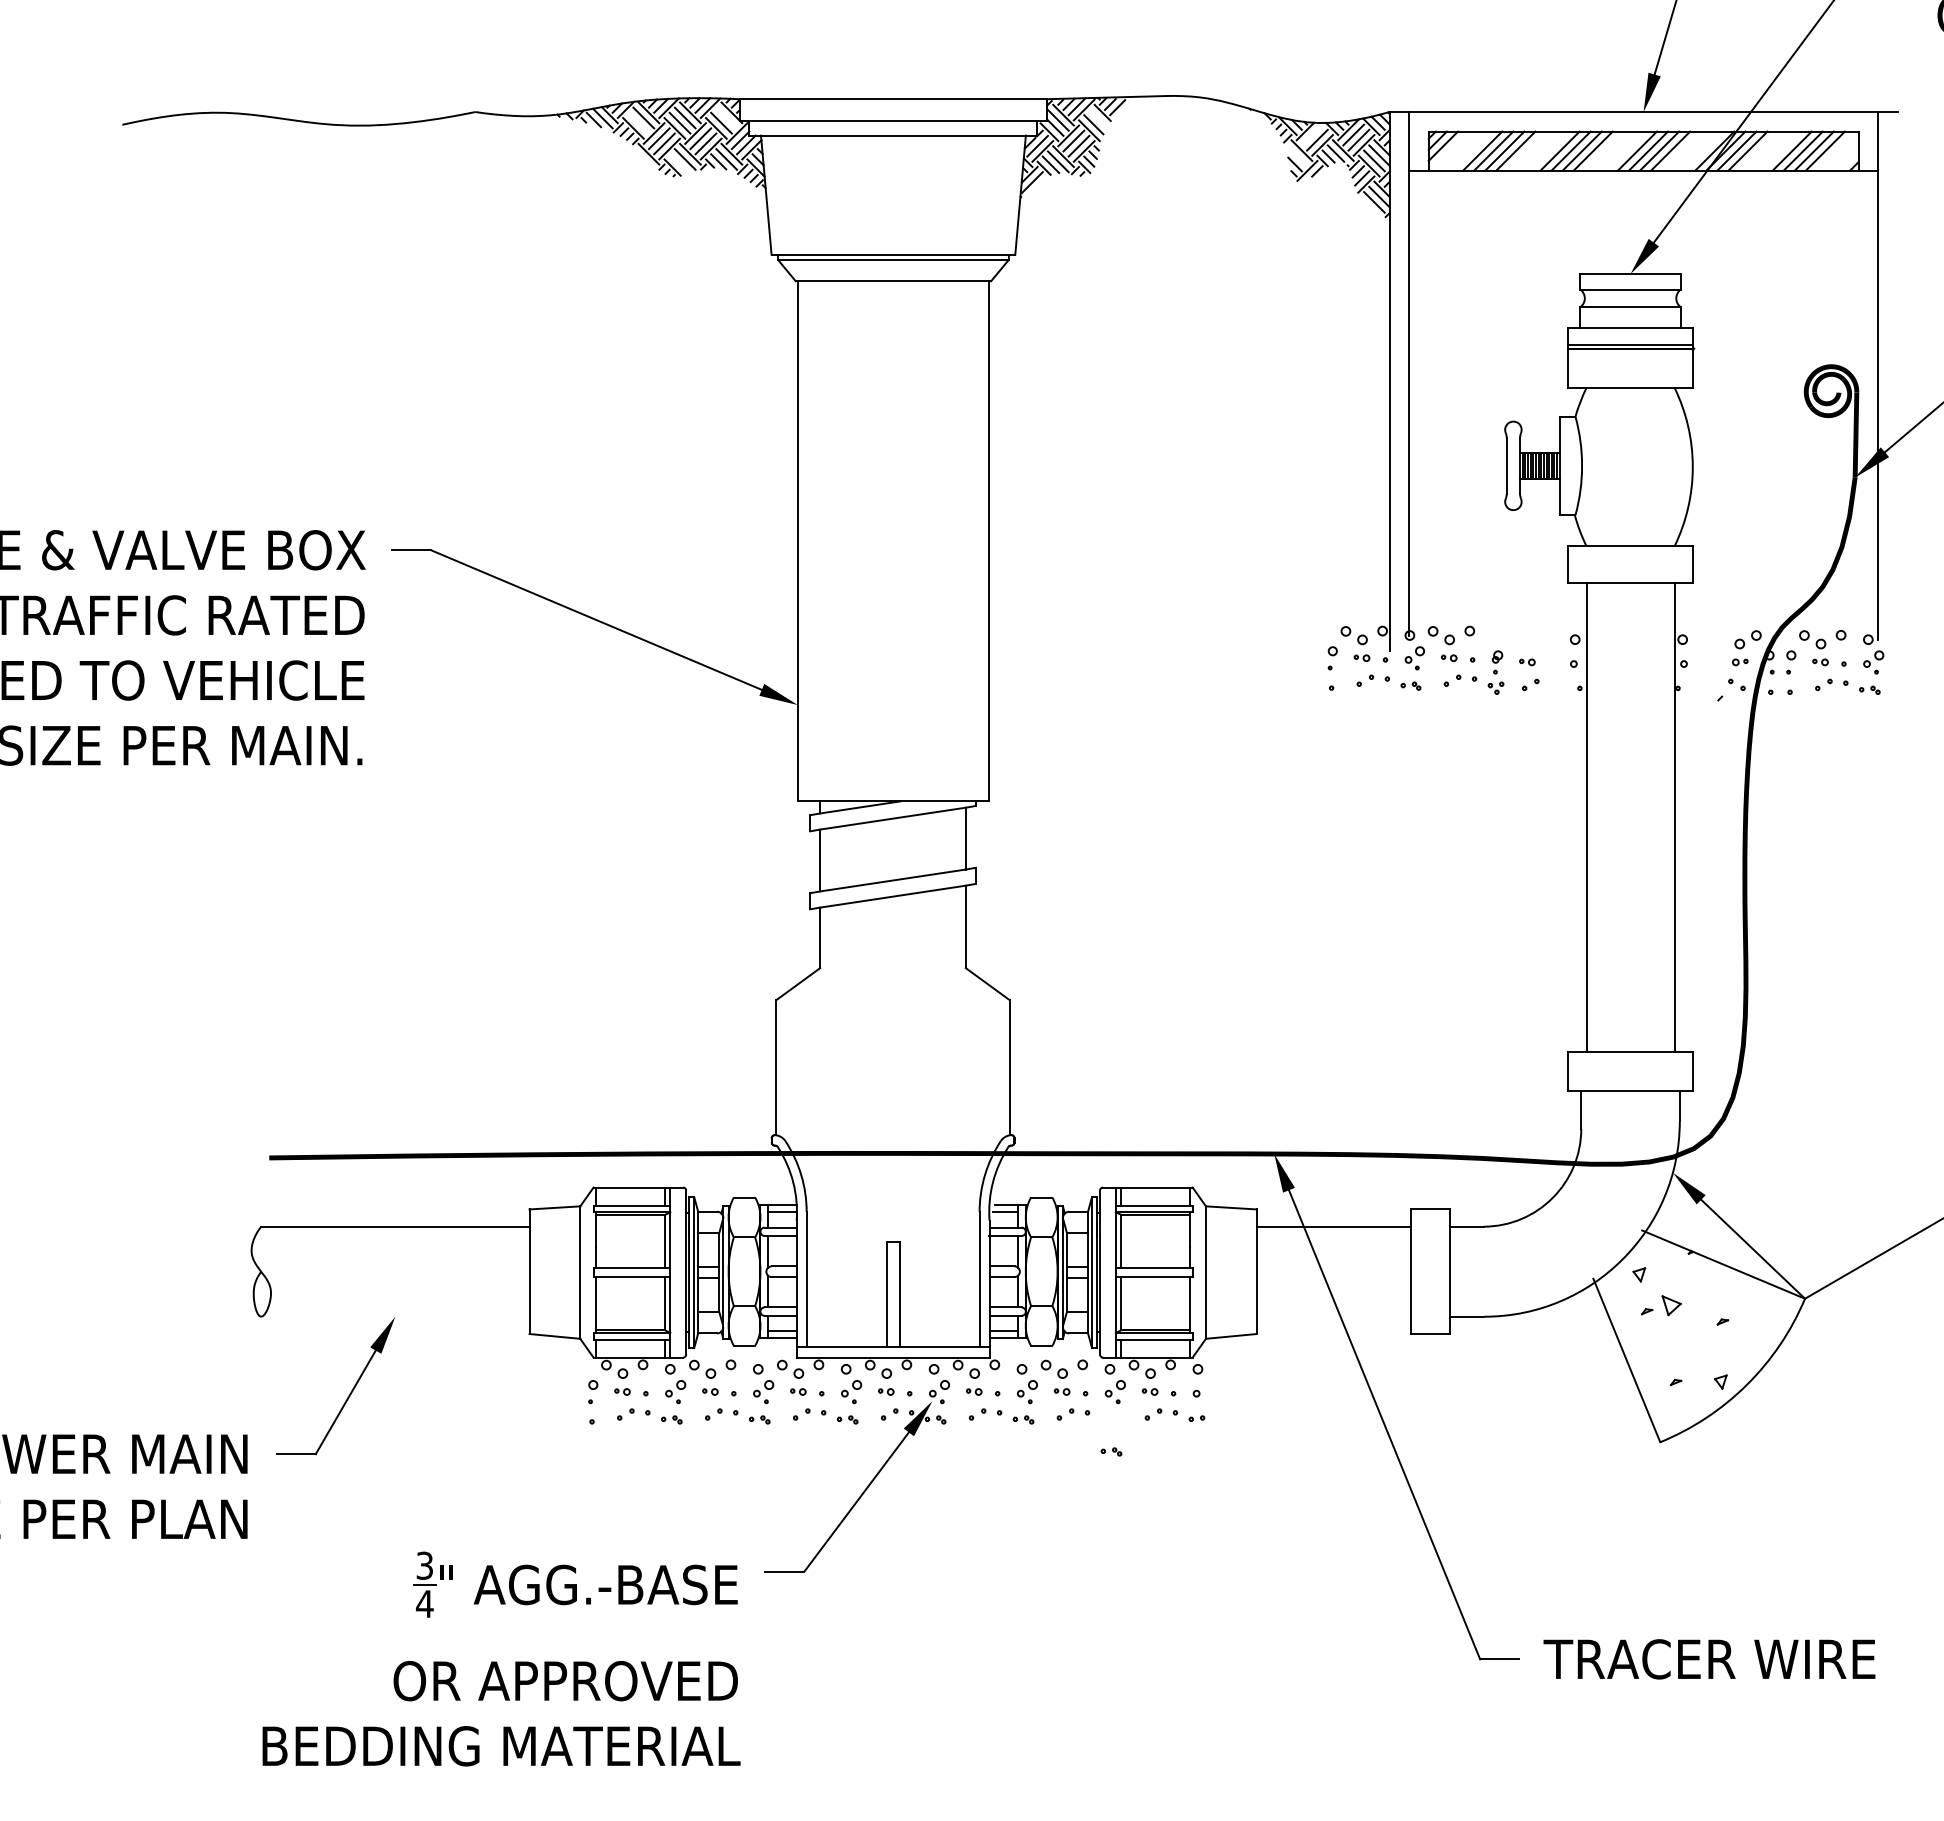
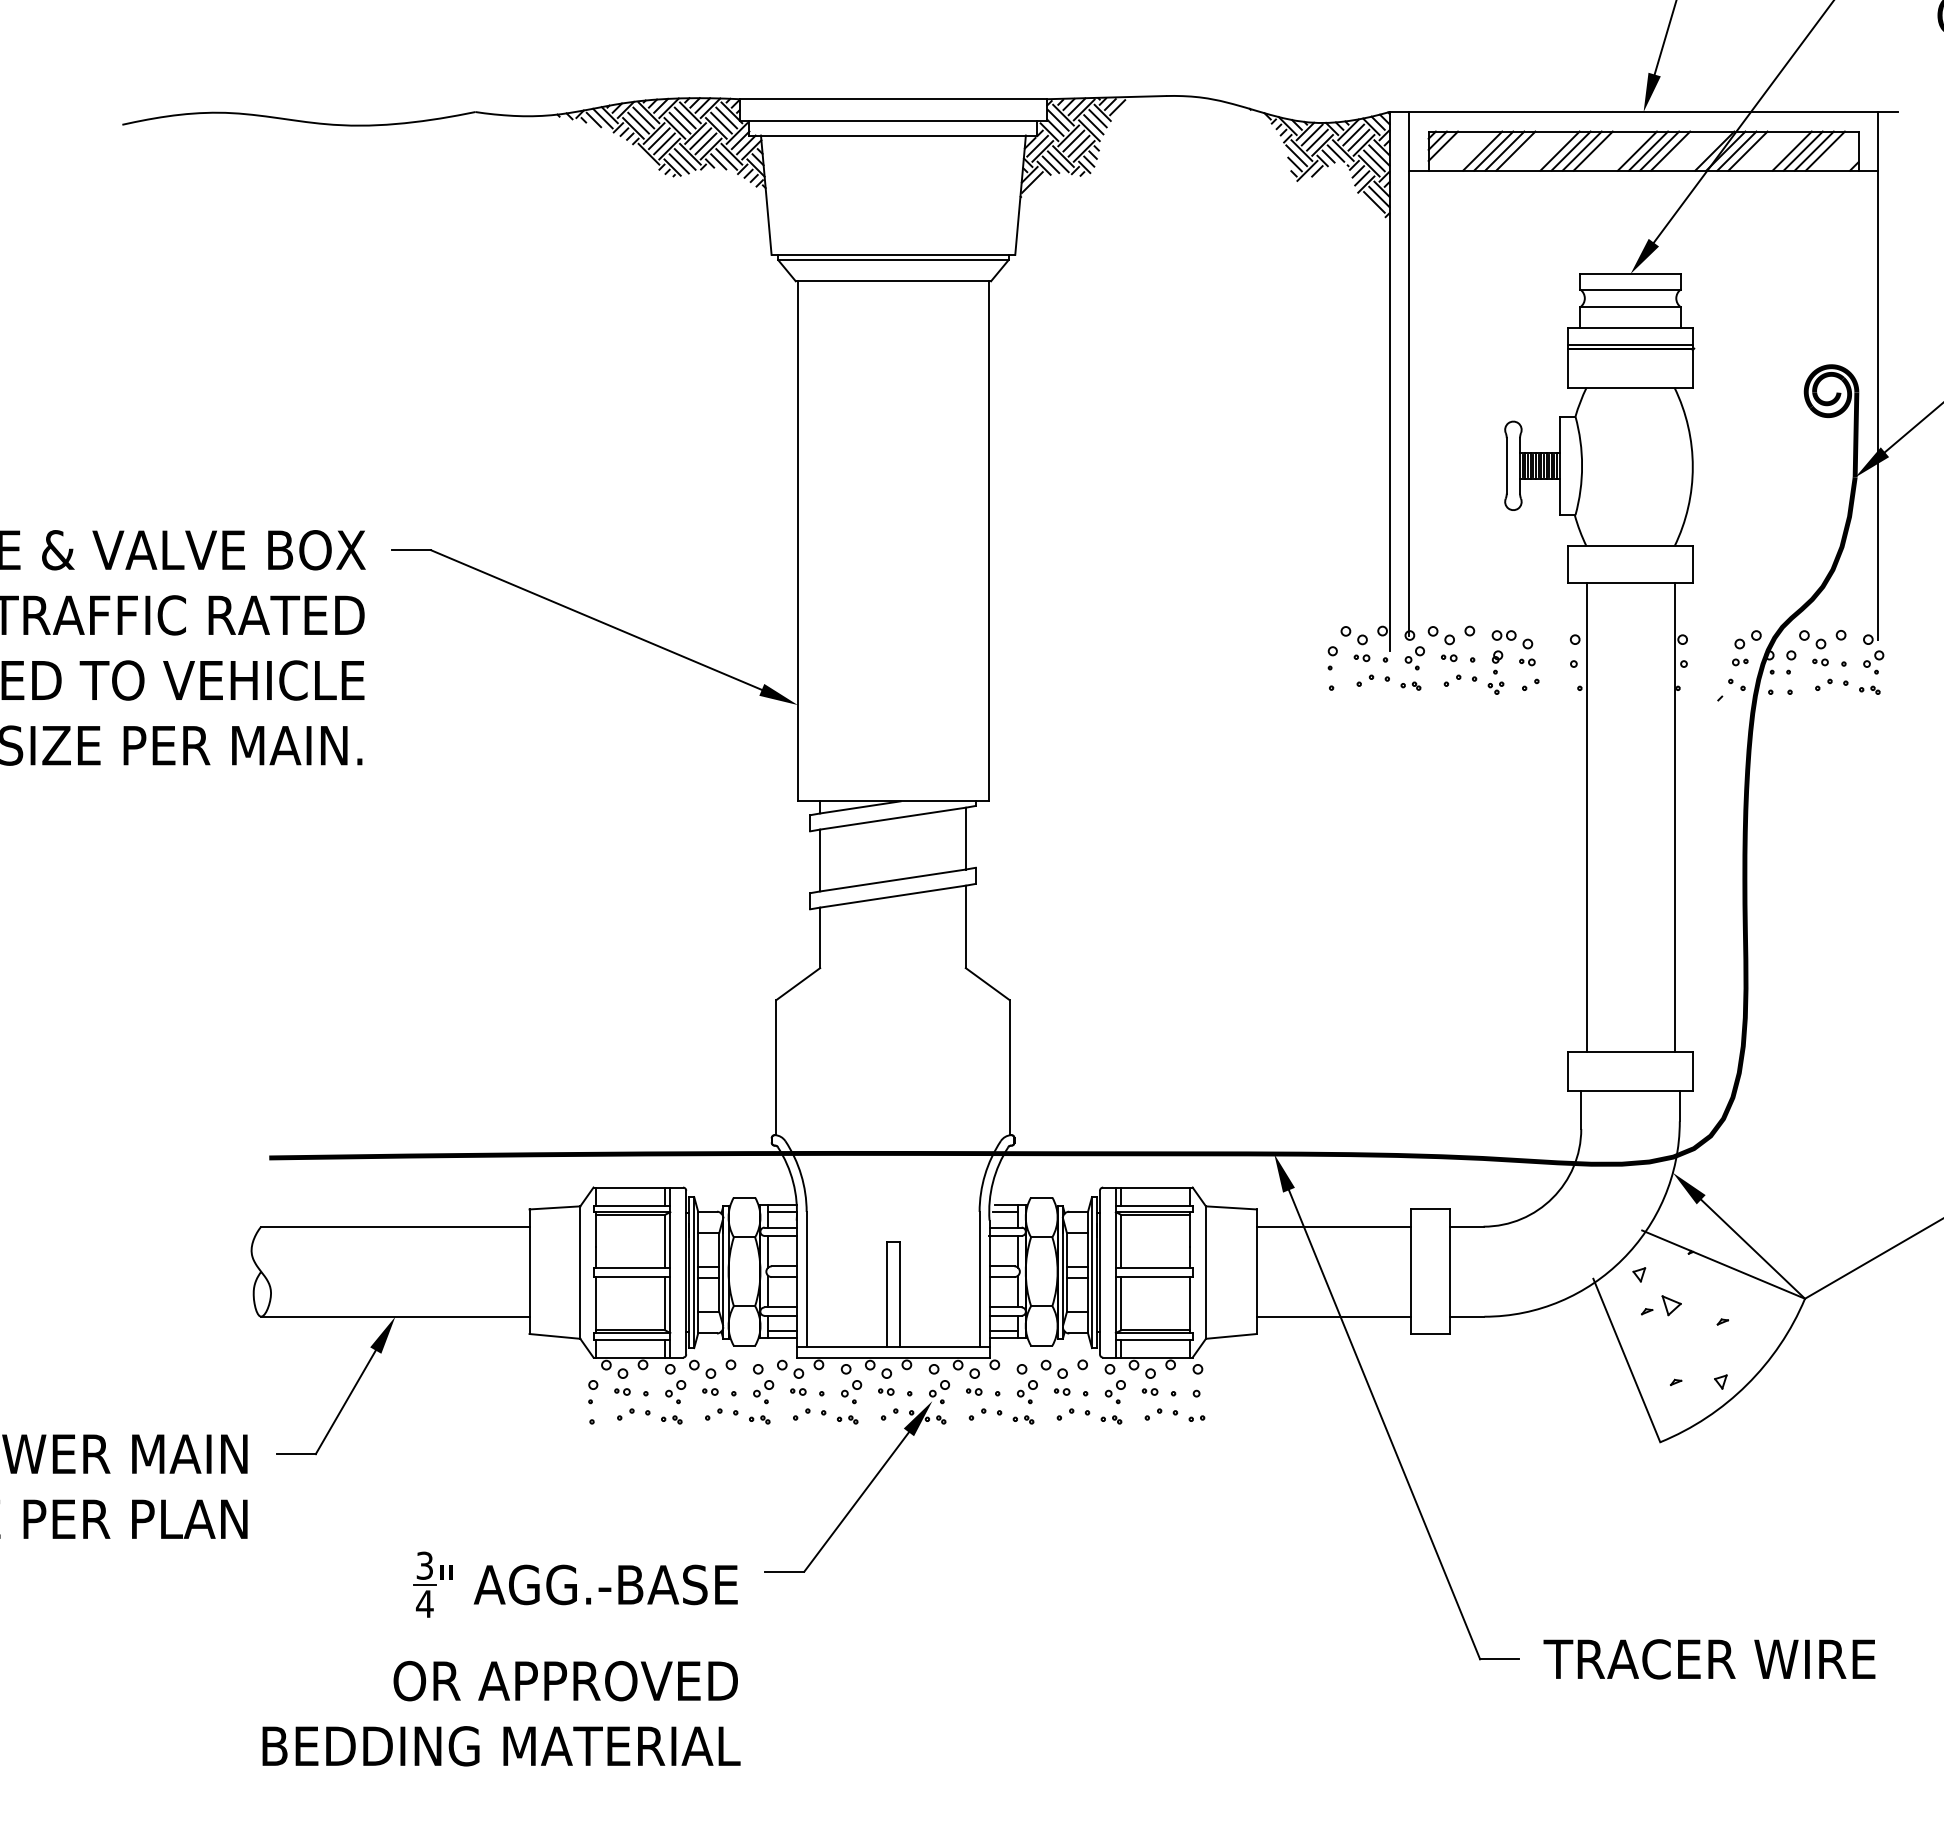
line at (726, 117): none -> present
line at (1097, 118): none -> present
line at (638, 122): none -> present
line at (1311, 134): none -> present
line at (1296, 155): none -> present
line at (678, 163): none -> present
part at (1512, 639): none -> present
line at (395, 1316): none -> present
line at (1333, 1316): none -> present
part at (1111, 1451) position: (1111, 1451) -> (1111, 1419)
